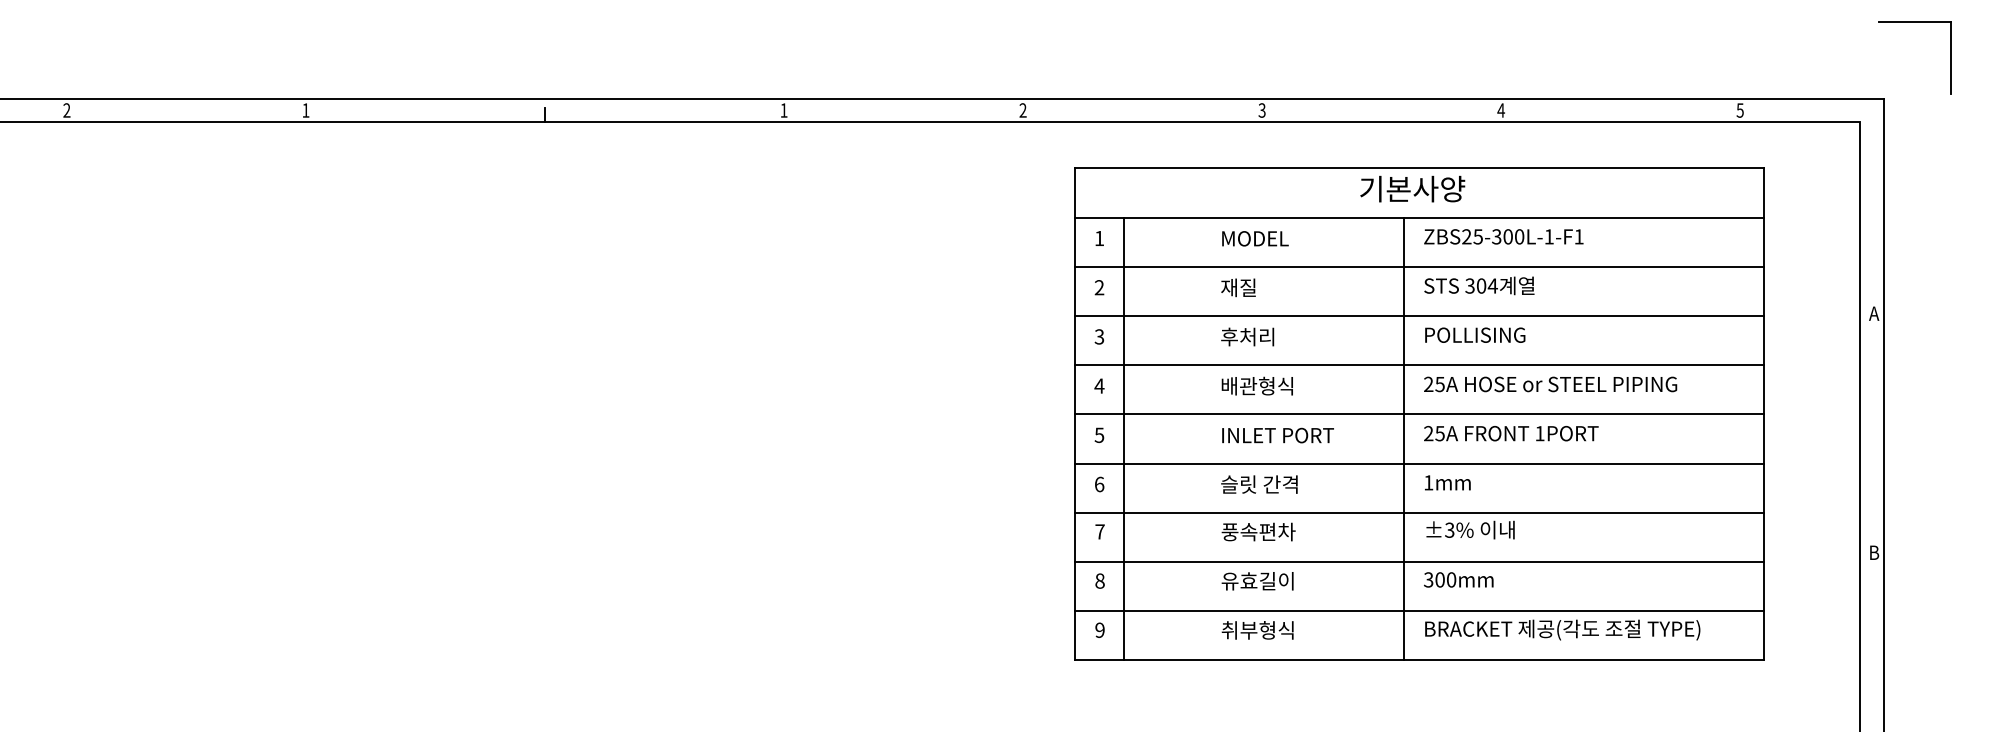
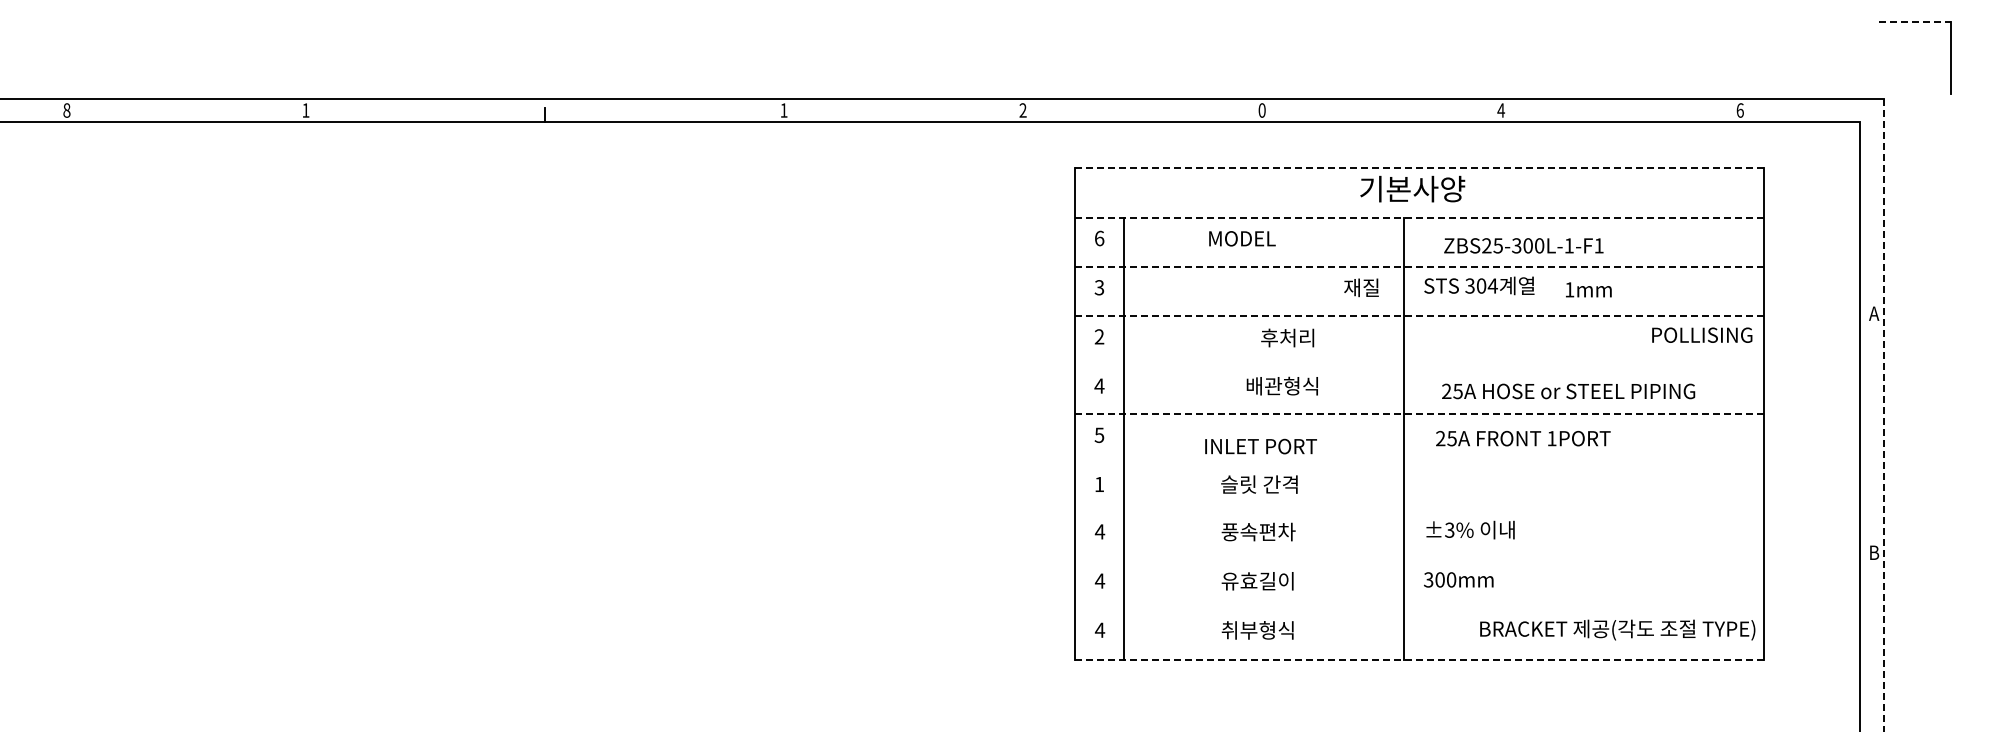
line at (1914, 22): solid -> dashed
text at (66, 110): 2 -> 8
text at (1261, 110): 3 -> 0
text at (1739, 110): 5 -> 6
line at (1419, 168): solid -> dashed
line at (1419, 217): solid -> dashed
text at (1503, 236) position: (1503, 236) -> (1523, 245)
text at (1099, 238): 1 -> 6
text at (1255, 238) position: (1255, 238) -> (1242, 238)
line at (1419, 266): solid -> dashed
text at (1099, 287): 2 -> 3
text at (1238, 287) position: (1238, 287) -> (1361, 287)
line at (1419, 315): solid -> dashed
text at (1475, 334) position: (1475, 334) -> (1702, 334)
text at (1099, 336): 3 -> 2
text at (1247, 336) position: (1247, 336) -> (1287, 337)
line at (1419, 365): present -> none
text at (1550, 384) position: (1550, 384) -> (1568, 391)
text at (1256, 385) position: (1256, 385) -> (1281, 385)
line at (1419, 414): solid -> dashed
line at (1883, 415): solid -> dashed
text at (1511, 433) position: (1511, 433) -> (1523, 438)
text at (1277, 435) position: (1277, 435) -> (1260, 446)
line at (1419, 463): present -> none
text at (1447, 482) position: (1447, 482) -> (1588, 289)
text at (1099, 484): 6 -> 1
line at (1419, 512): present -> none
text at (1099, 531): 7 -> 4
line at (1419, 561): present -> none
text at (1099, 580): 8 -> 4
line at (1419, 611): present -> none
text at (1099, 629): 9 -> 4
text at (1562, 629) position: (1562, 629) -> (1617, 629)
line at (1419, 660): solid -> dashed
